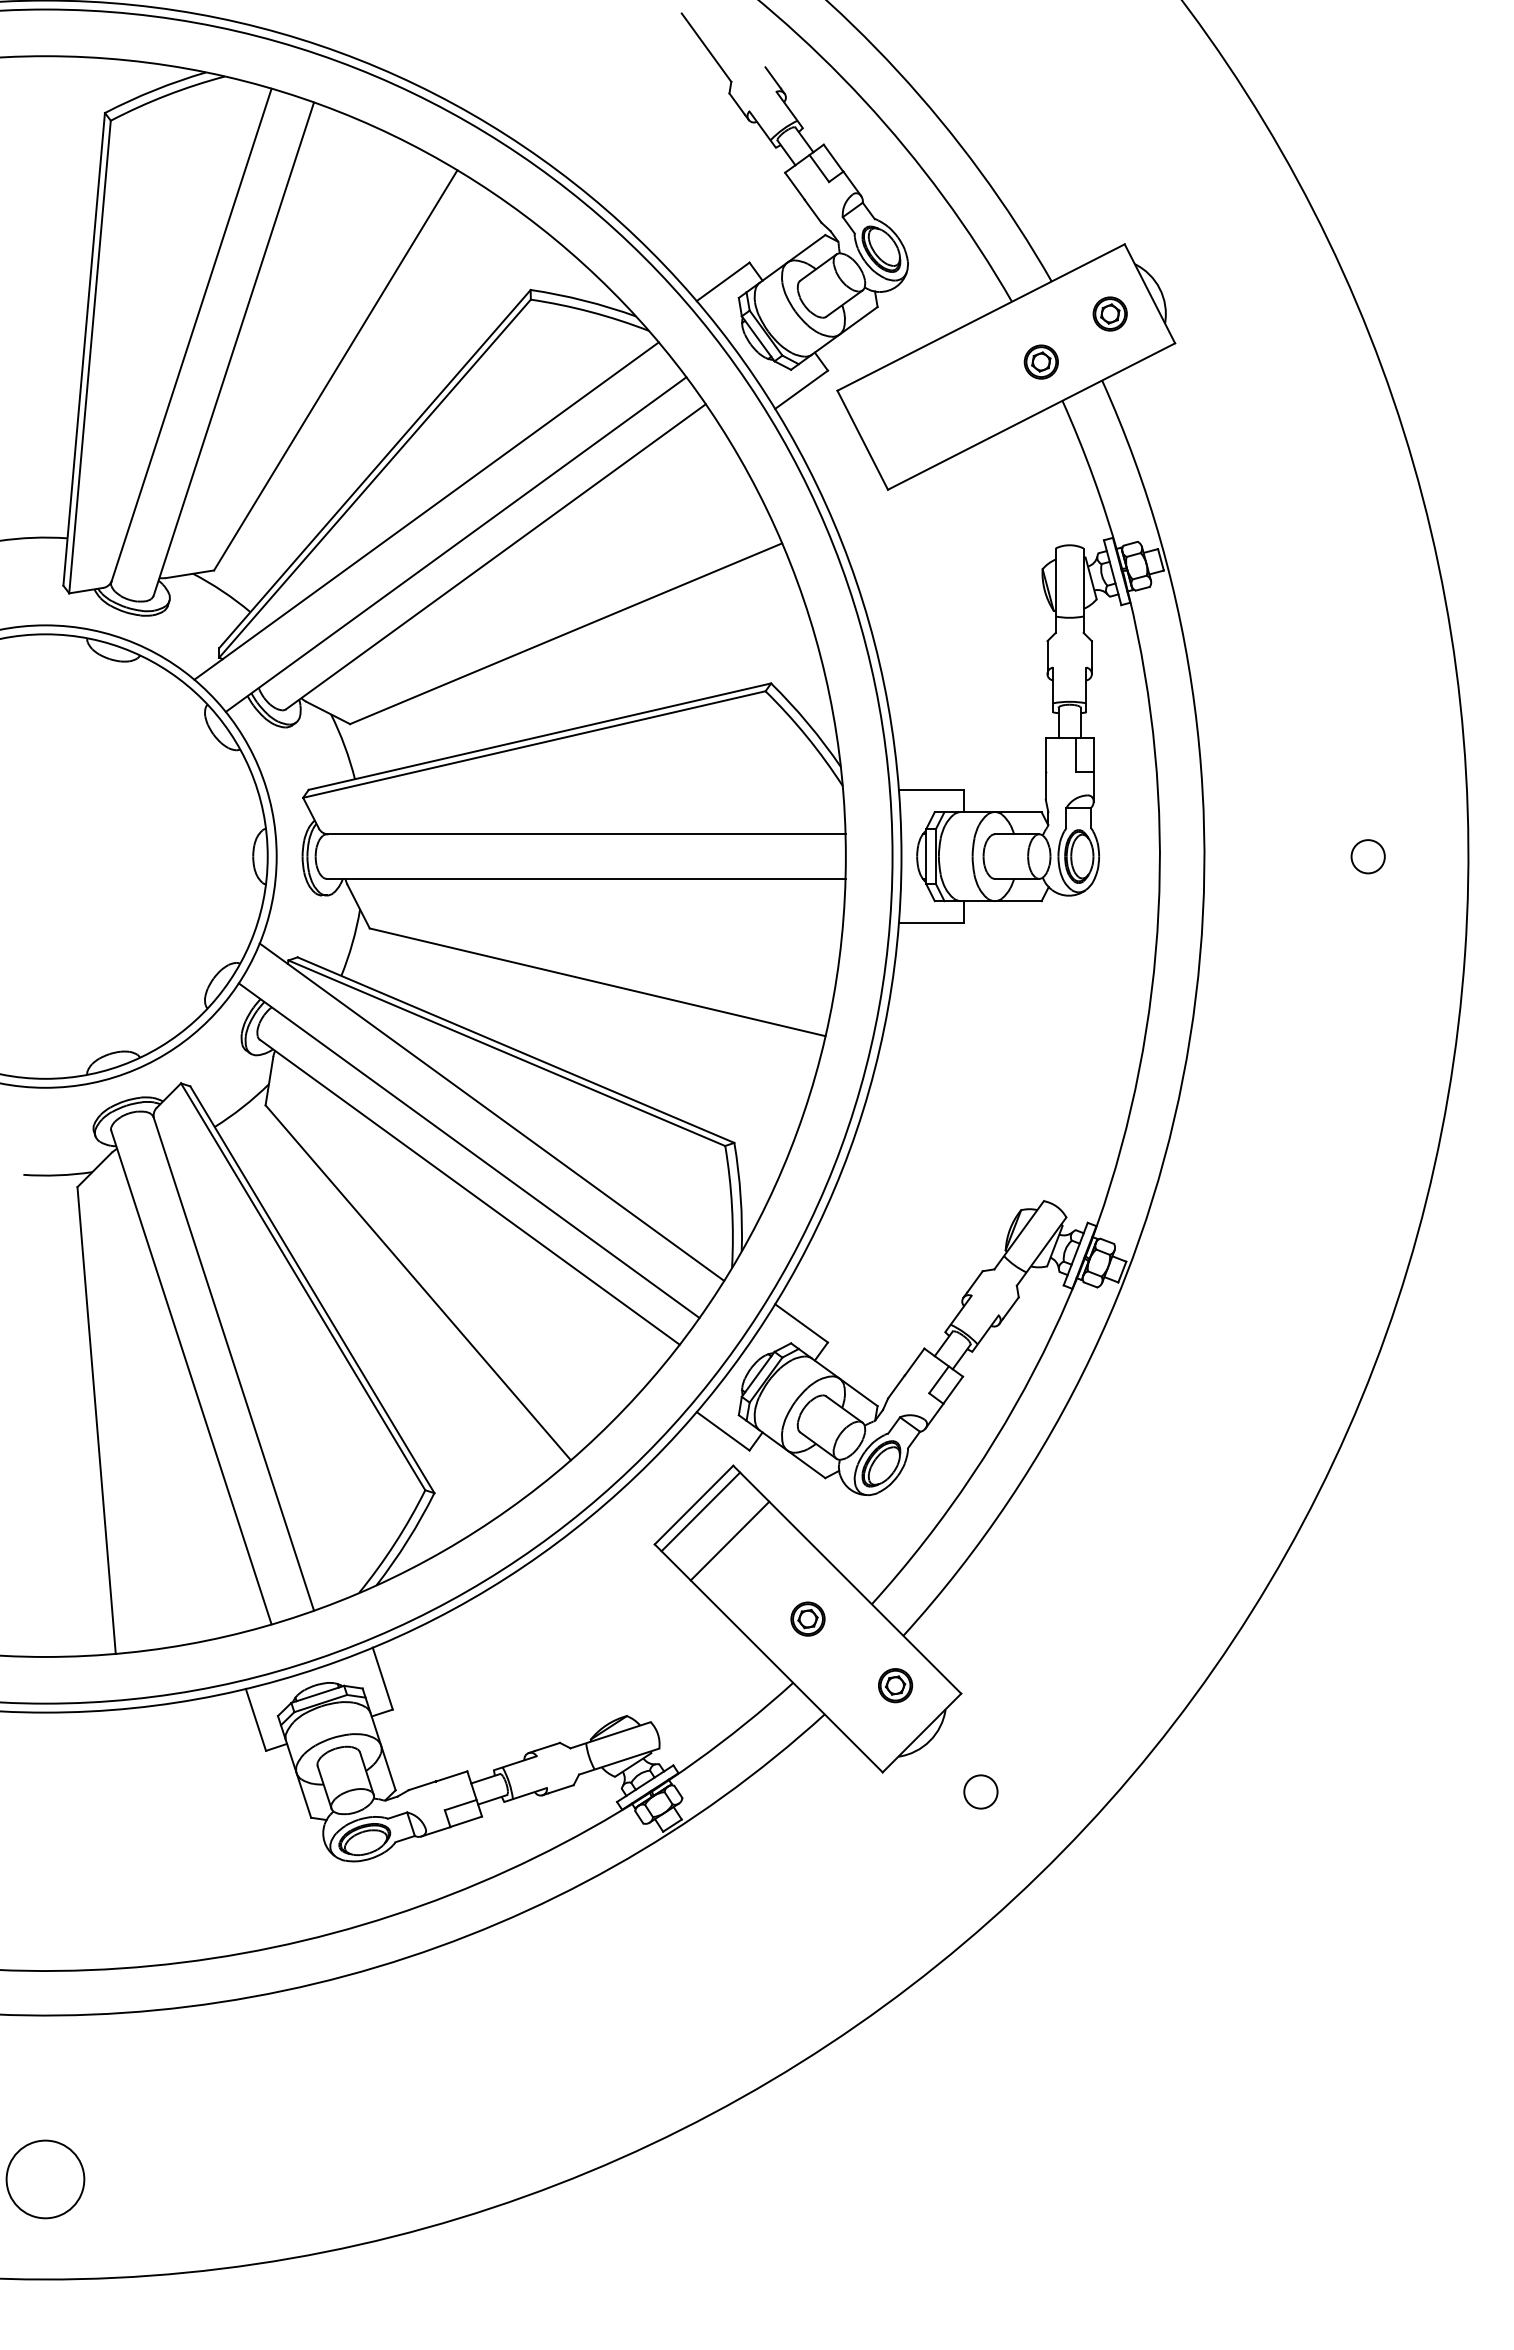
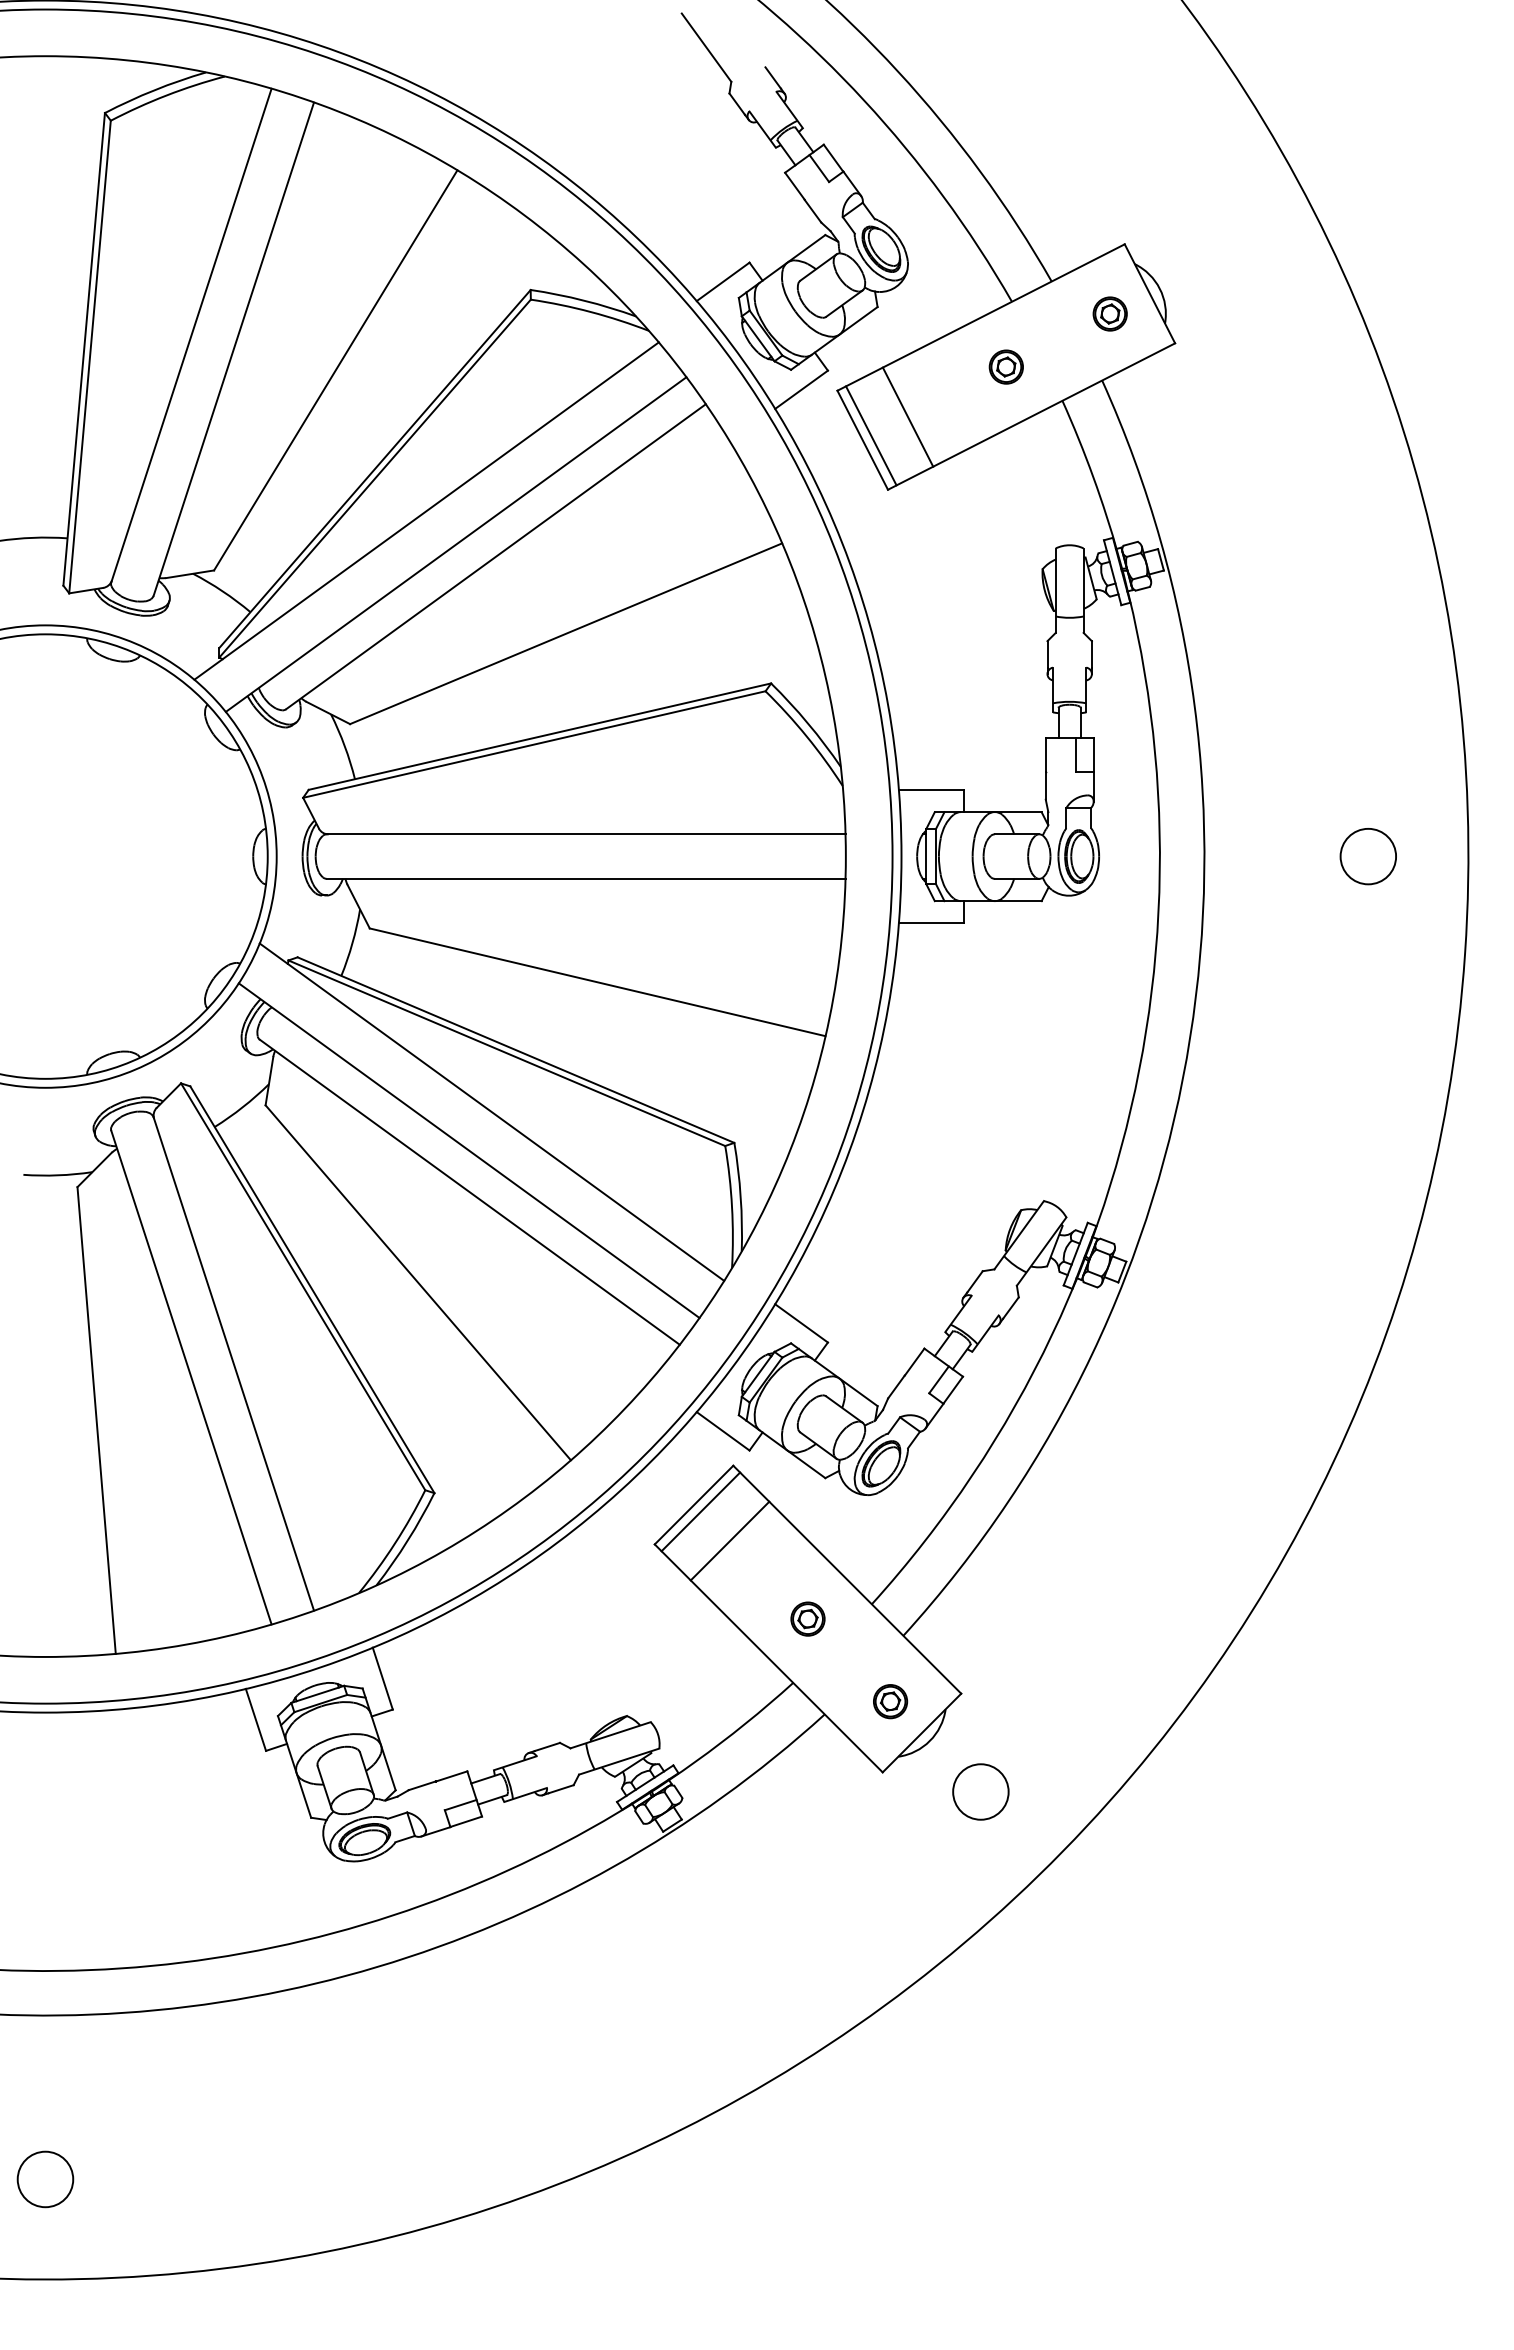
part at (1040, 361) position: (1040, 361) -> (1005, 366)
line at (907, 416): none -> present
line at (871, 435): none -> present
circle at (1367, 856) size: 36x36 px -> 58x58 px
part at (895, 1685) position: (895, 1685) -> (890, 1701)
circle at (980, 1791) size: 36x36 px -> 58x58 px
circle at (45, 2179) diameter: 78 px -> 55 px
